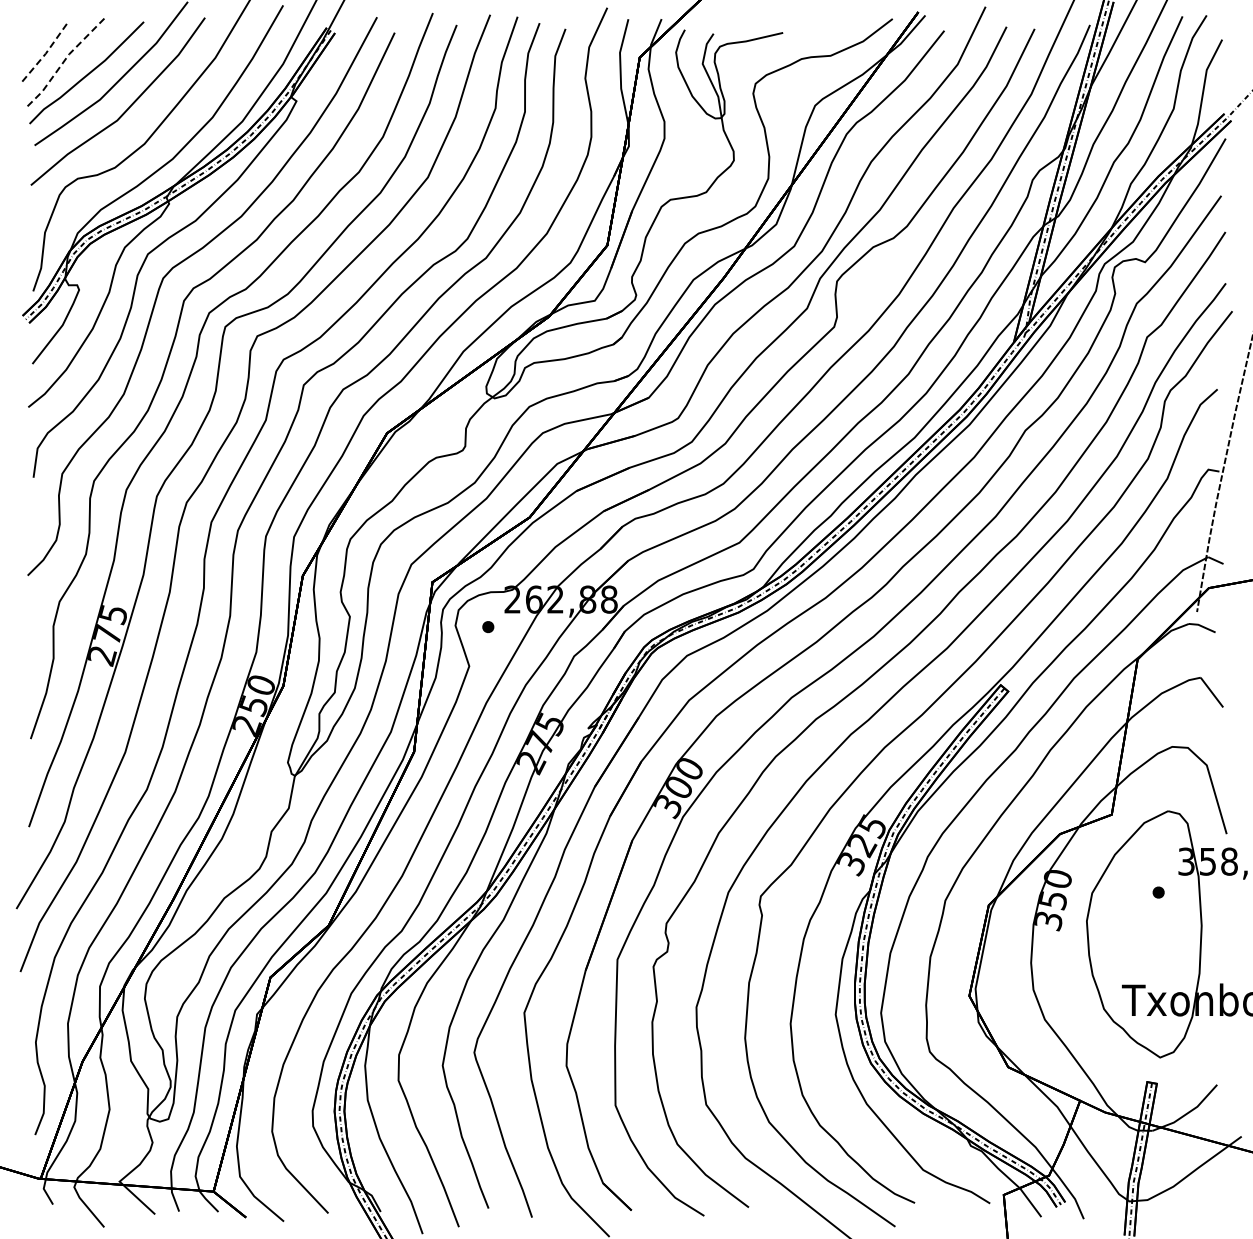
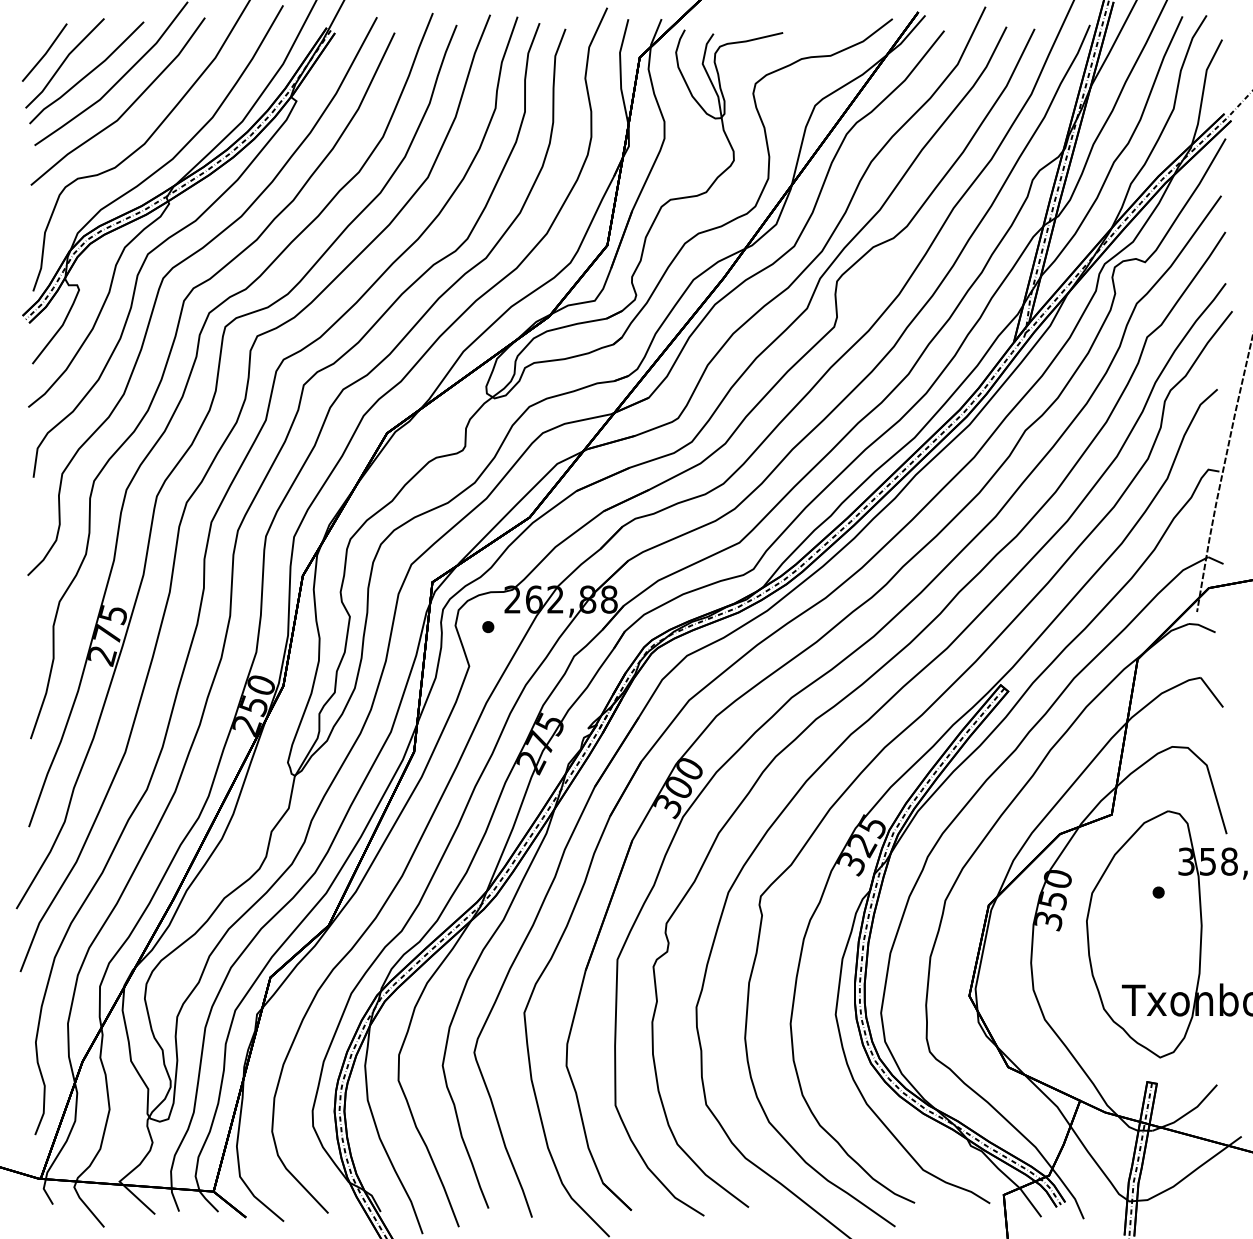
line at (45, 53): dashed -> solid
line at (63, 62): dashed -> solid
